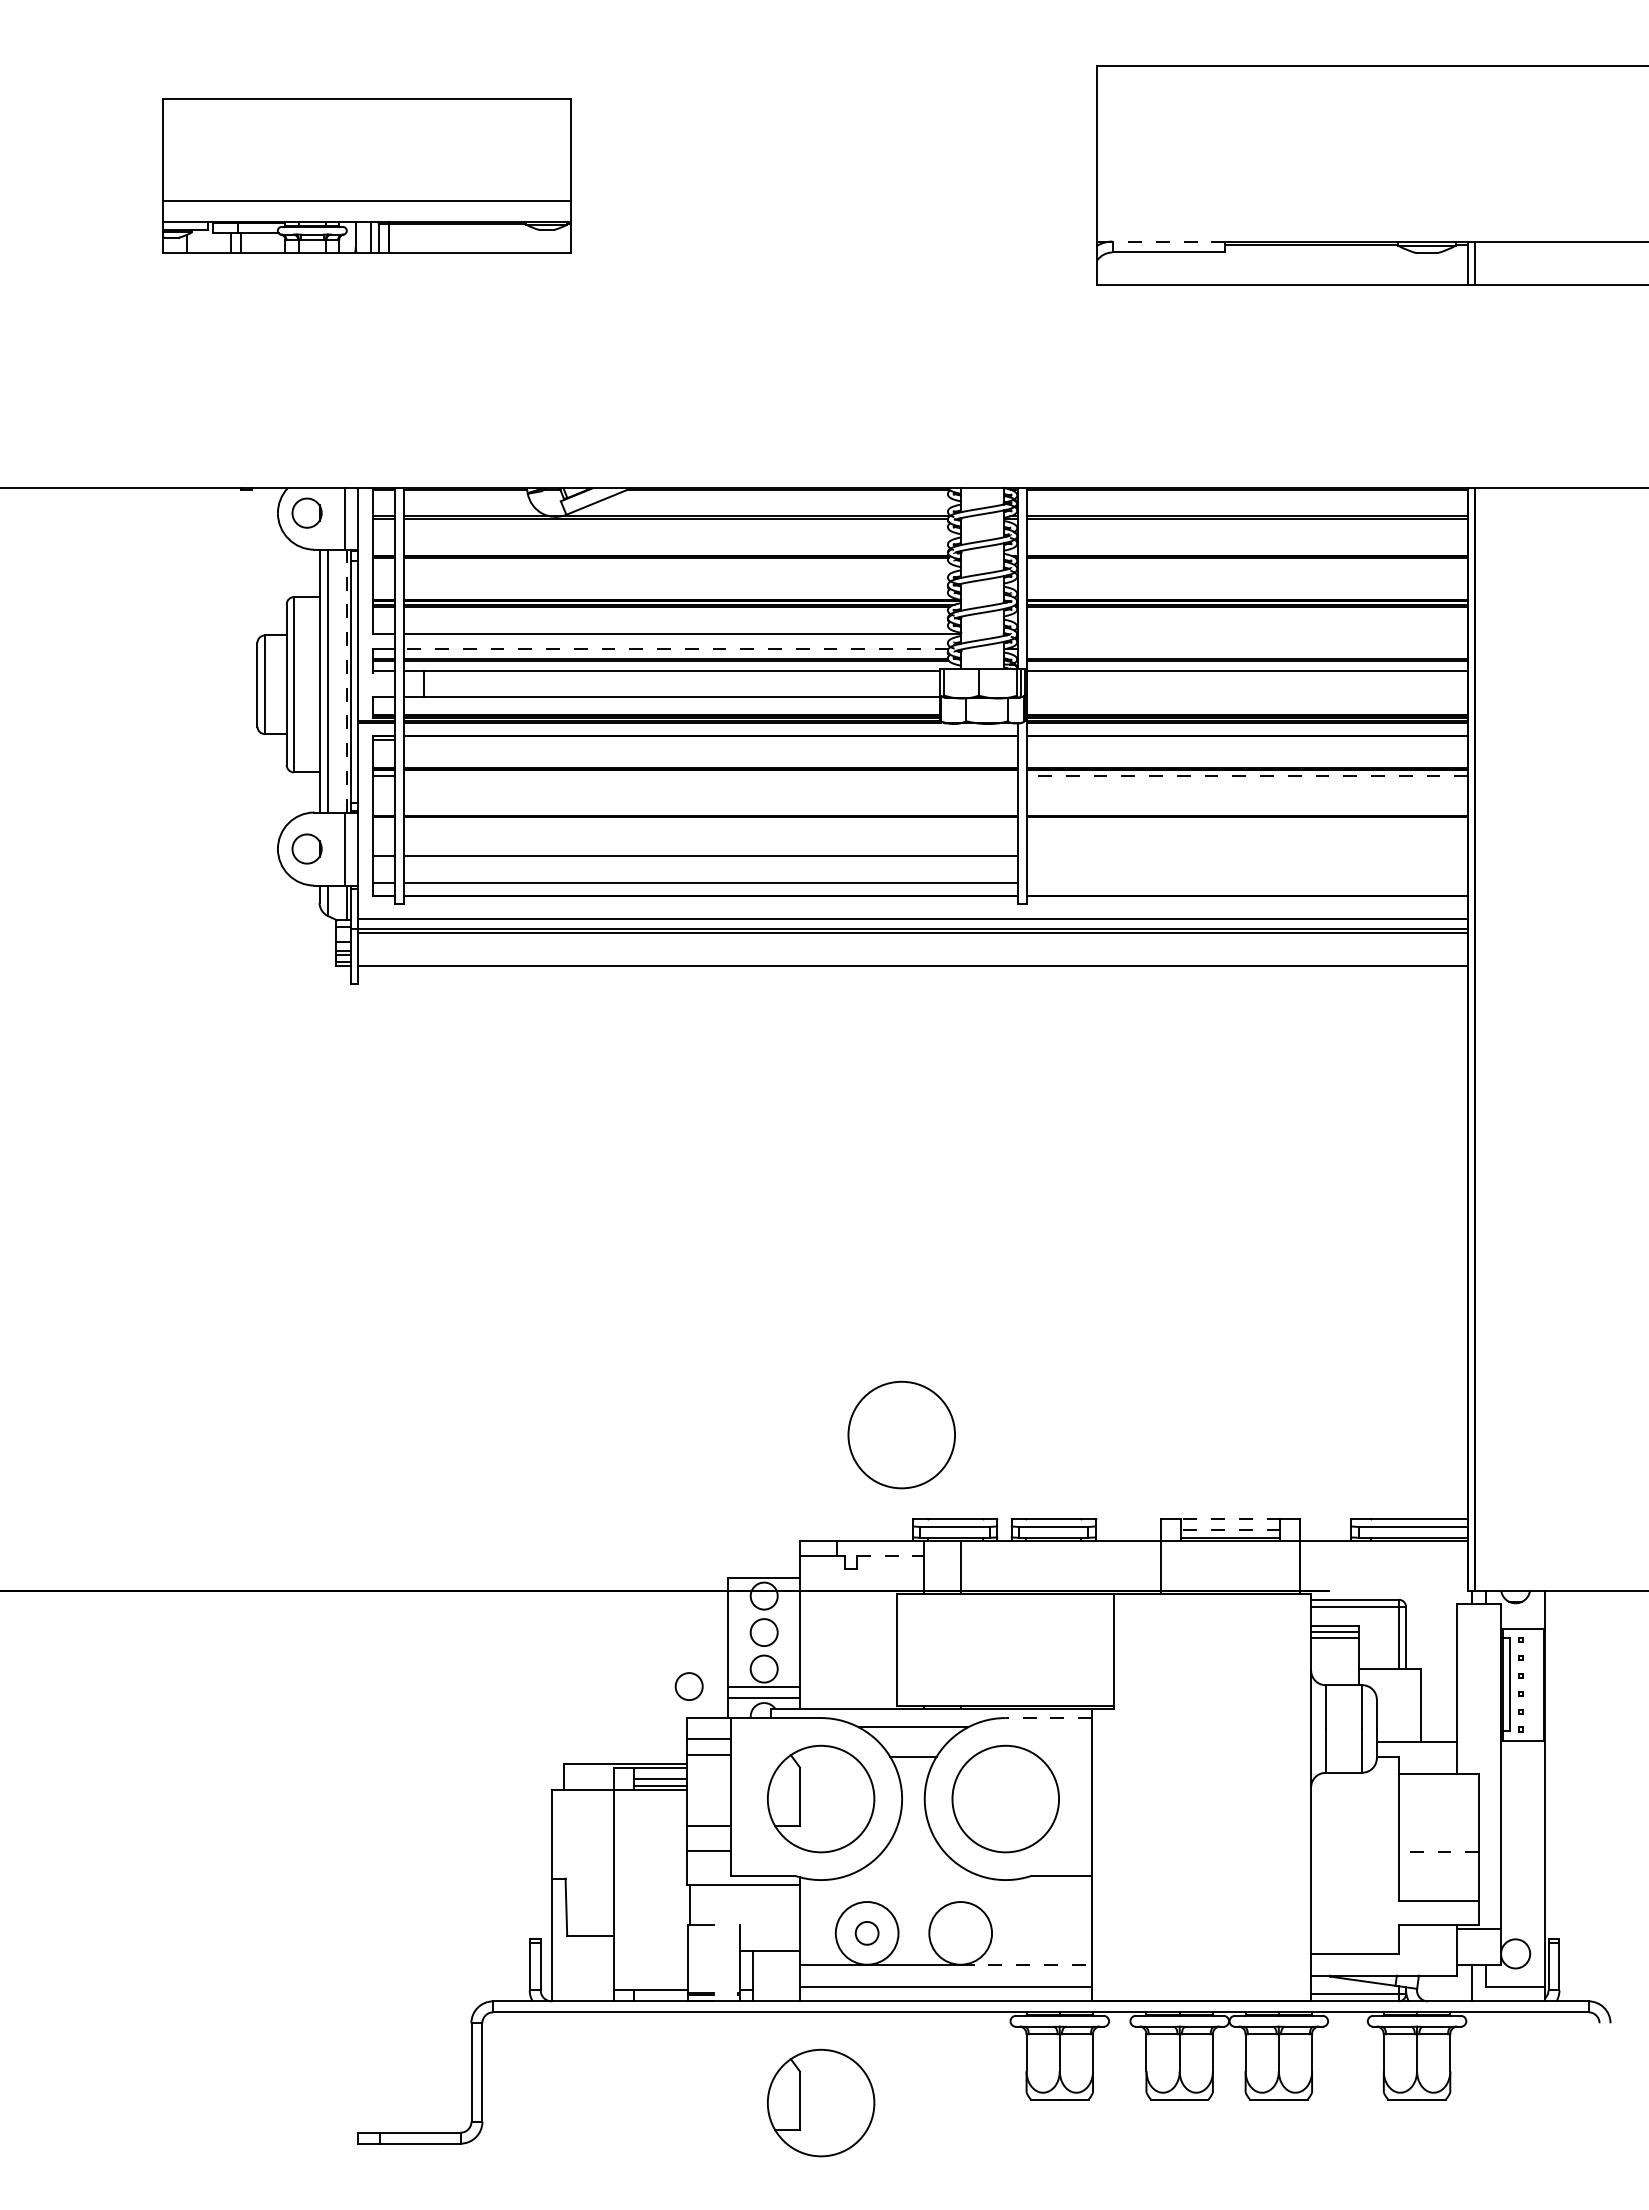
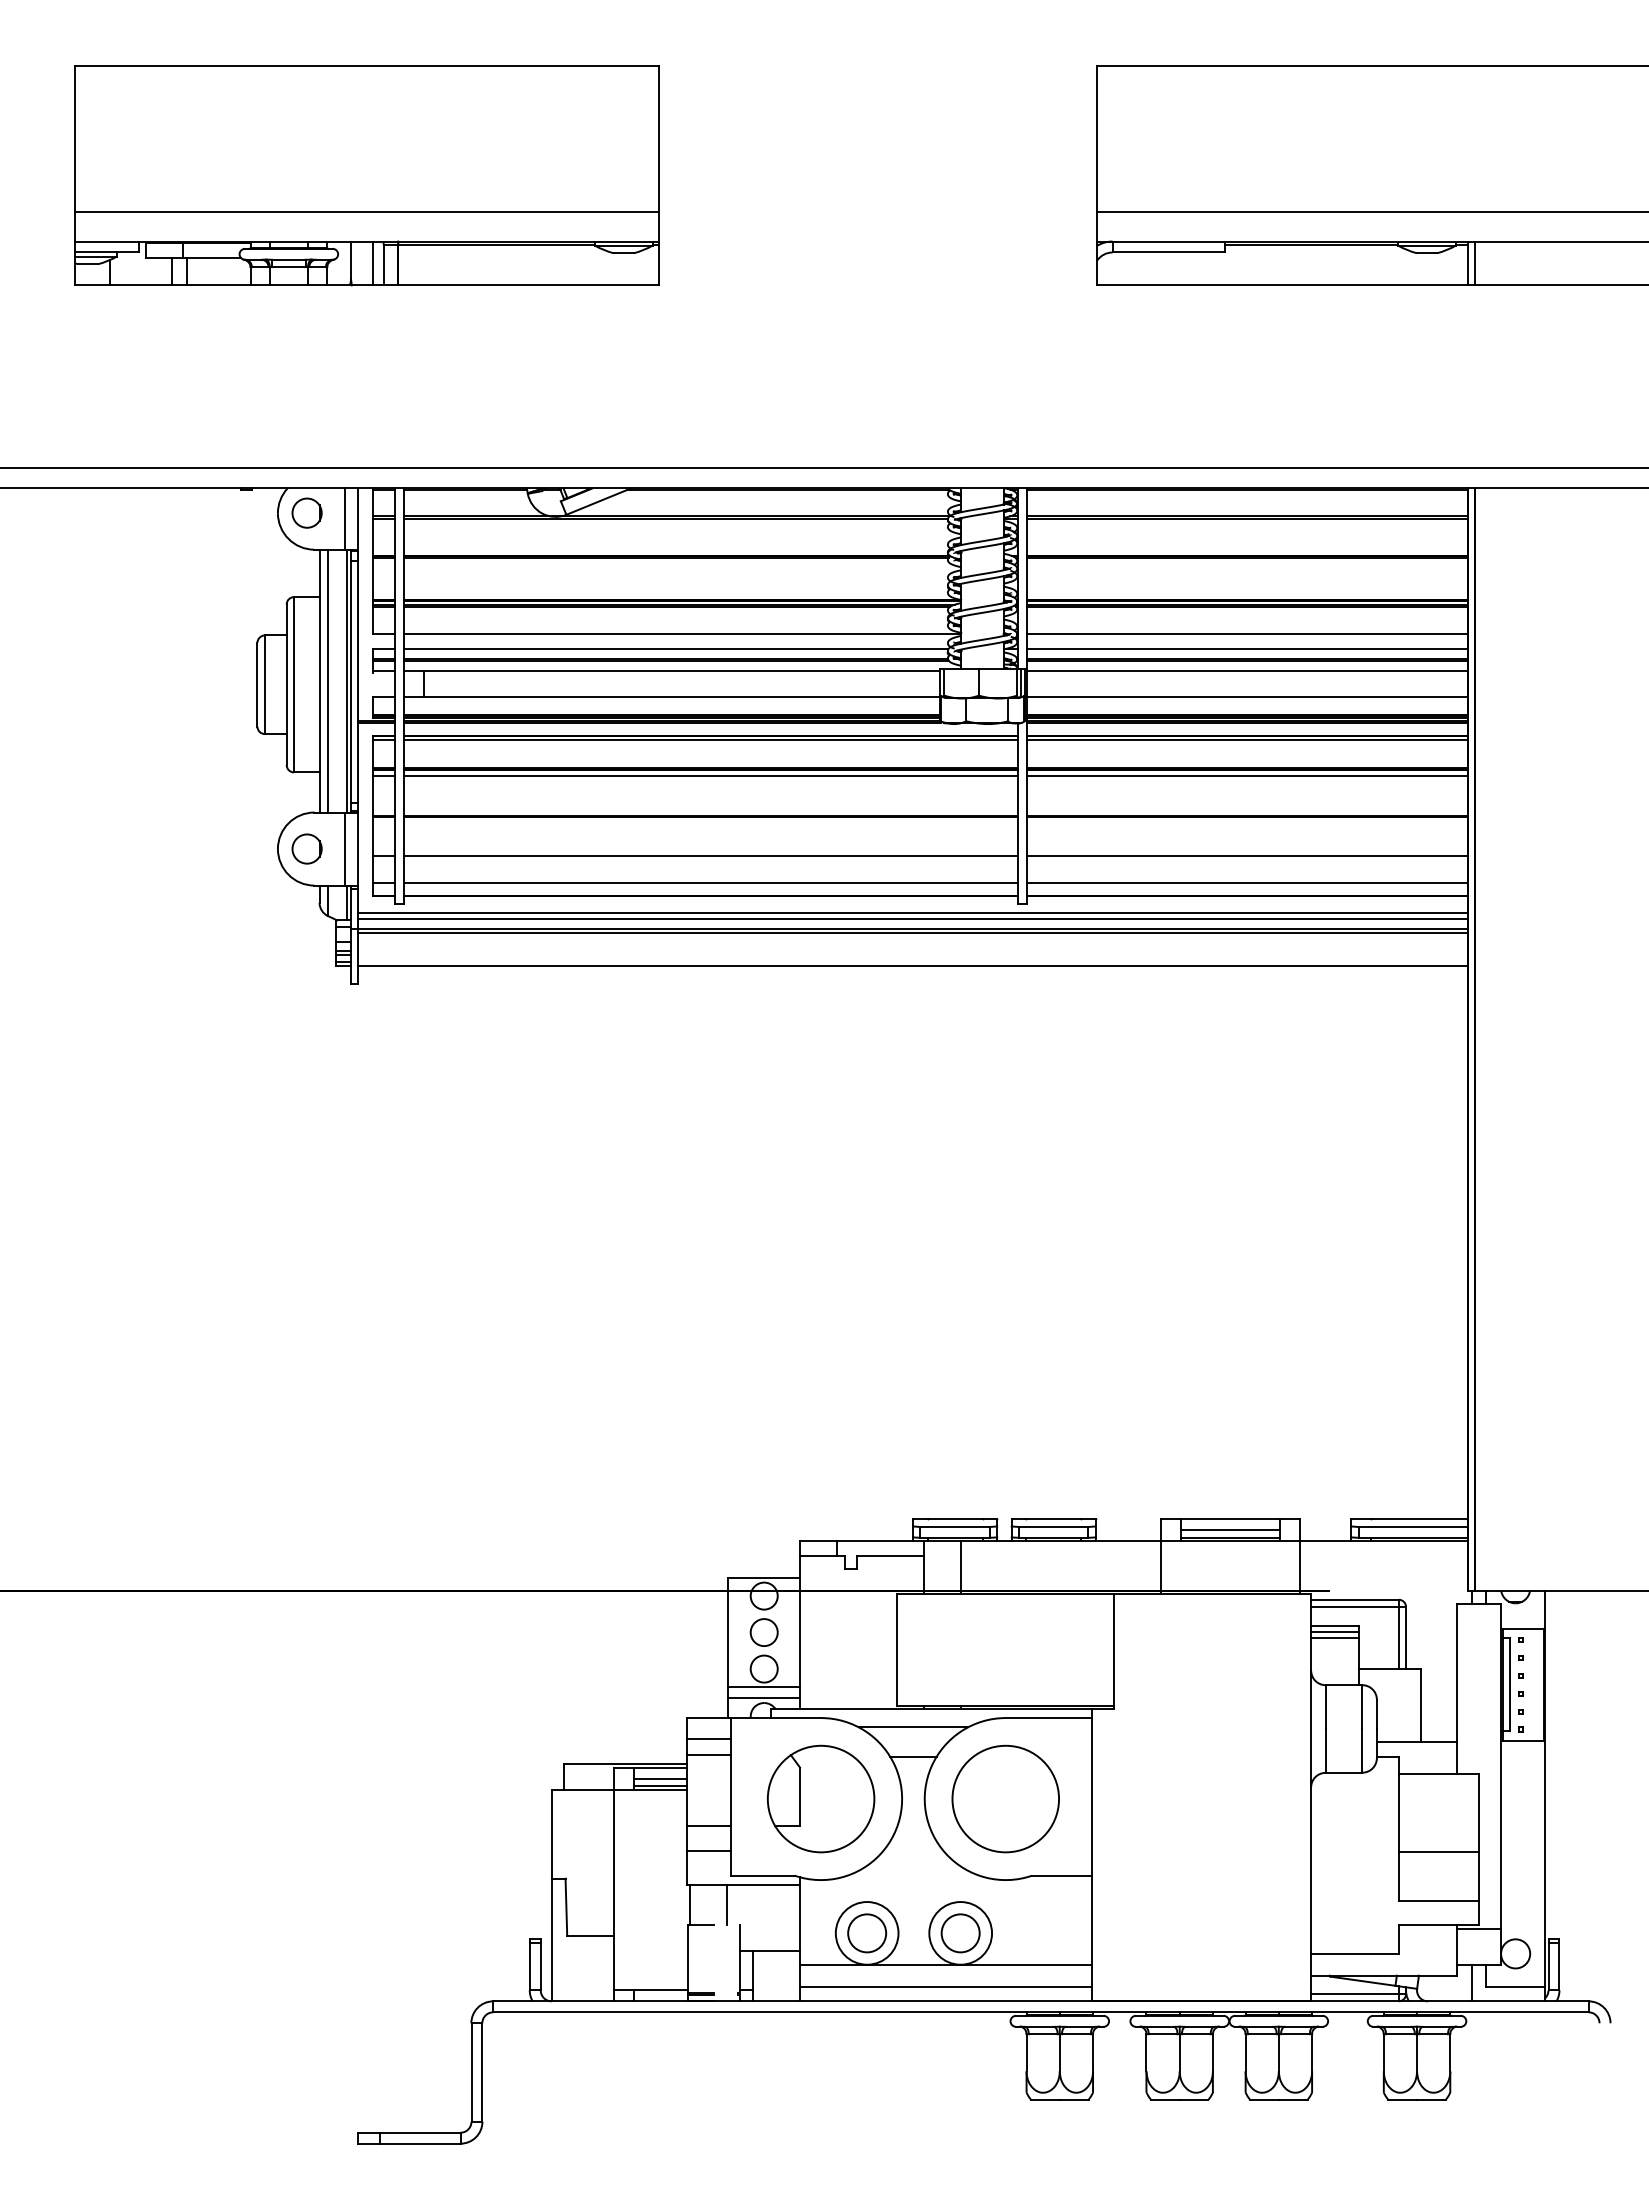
part at (366, 175) size: 410x156 px -> 586x222 px
line at (1371, 212): none -> present
line at (1168, 241): dashed -> solid
line at (823, 467): none -> present
line at (1247, 633): none -> present
line at (675, 649): dashed -> solid
line at (1247, 649): none -> present
line at (346, 680): dashed -> solid
line at (1247, 696): none -> present
line at (710, 739): none -> present
line at (1247, 739): none -> present
line at (710, 775): none -> present
line at (1247, 775): dashed -> solid
line at (1247, 855): none -> present
line at (1247, 883): none -> present
line at (913, 912): none -> present
circle at (901, 1434): present -> none
line at (1230, 1519): dashed -> solid
line at (1230, 1530): dashed -> solid
line at (890, 1555): dashed -> solid
circle at (688, 1686): present -> none
line at (1048, 1718): dashed -> solid
line at (1438, 1852): dashed -> solid
line at (727, 1904): none -> present
circle at (866, 1932) diameter: 23 px -> 38 px
circle at (960, 1933): none -> present
line at (1026, 1964): dashed -> solid
part at (821, 2102): present -> none
